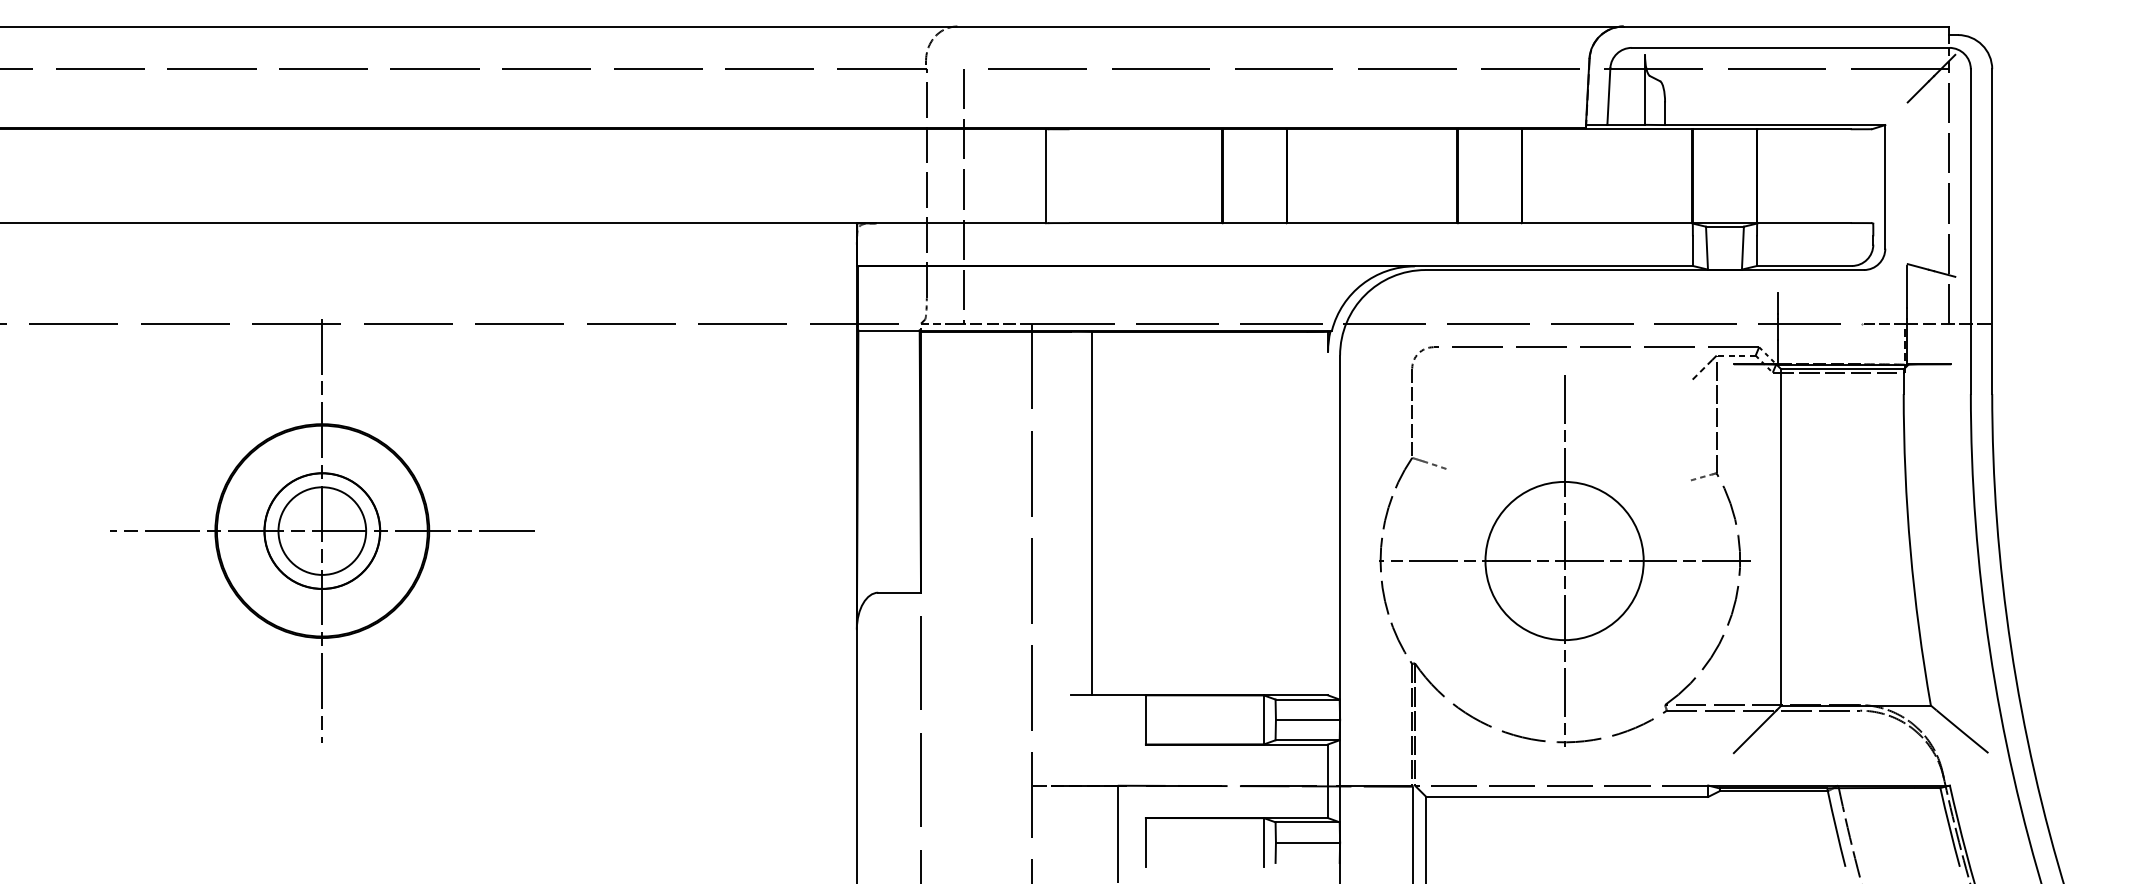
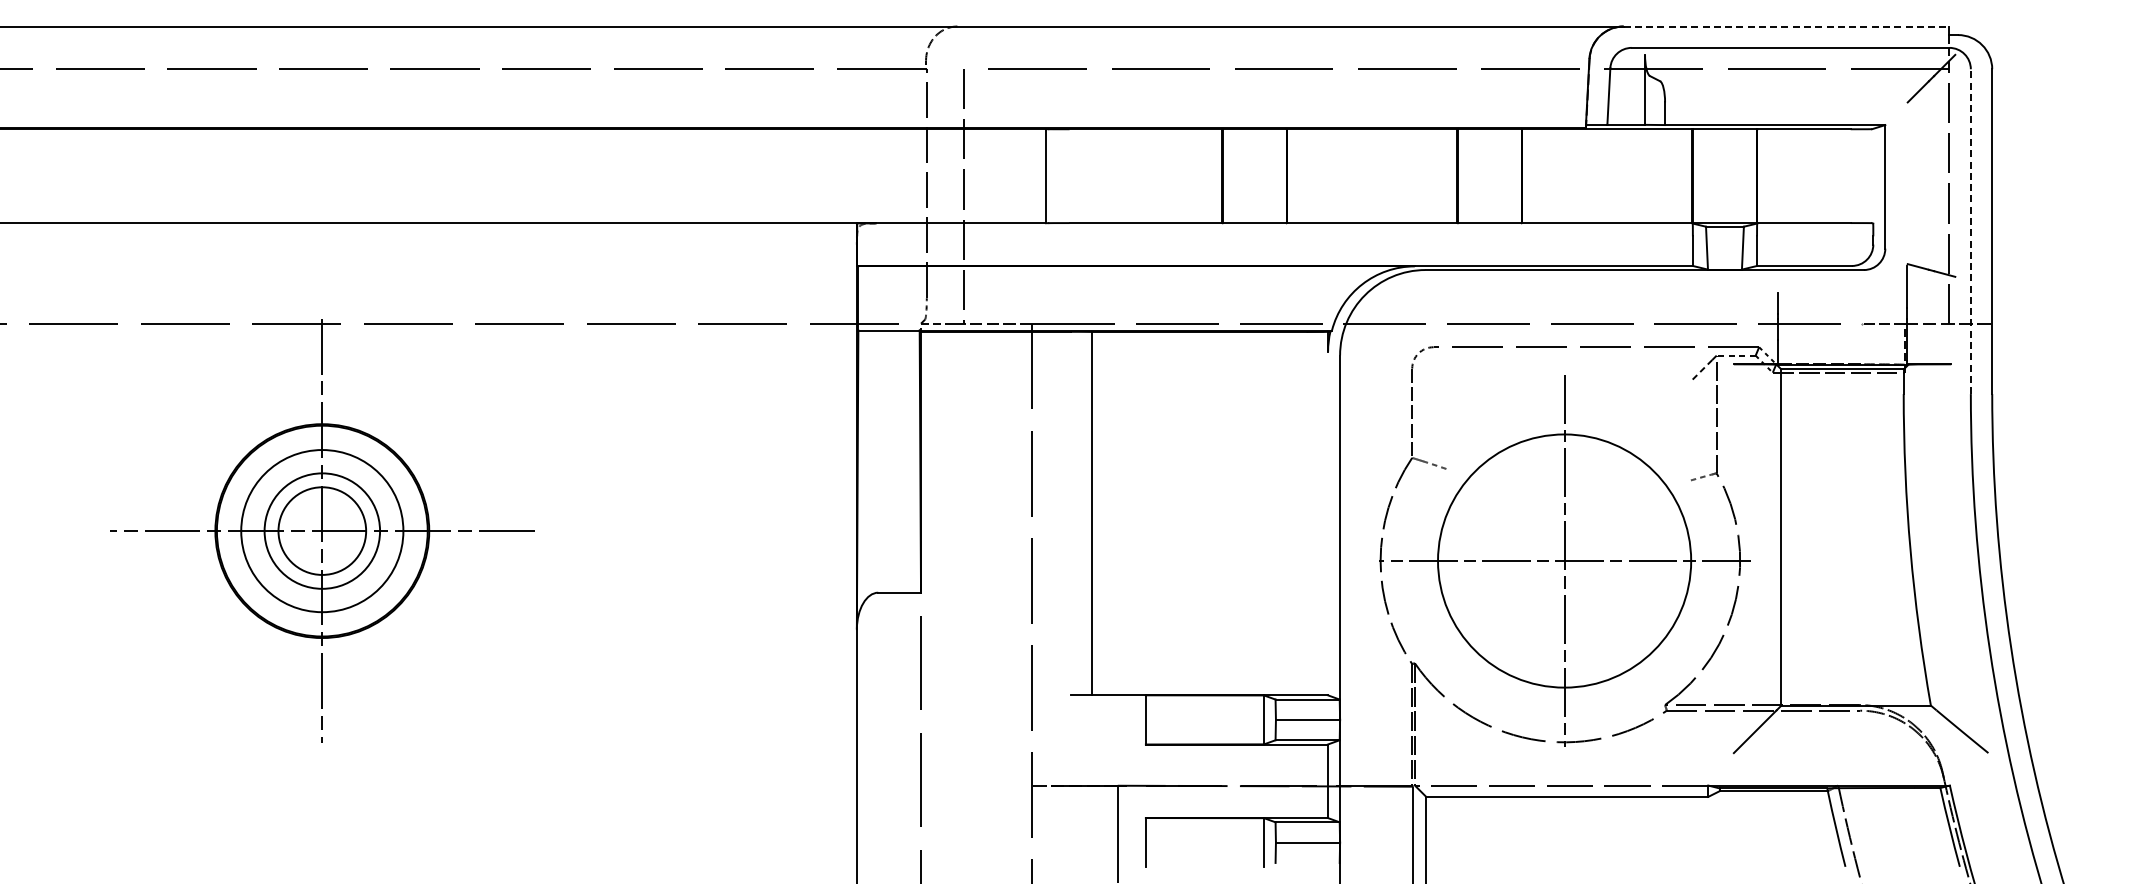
line at (1786, 26): solid -> dashed
line at (1970, 231): solid -> dashed
circle at (322, 531) diameter: 116 px -> 162 px
circle at (1564, 560) diameter: 158 px -> 253 px
